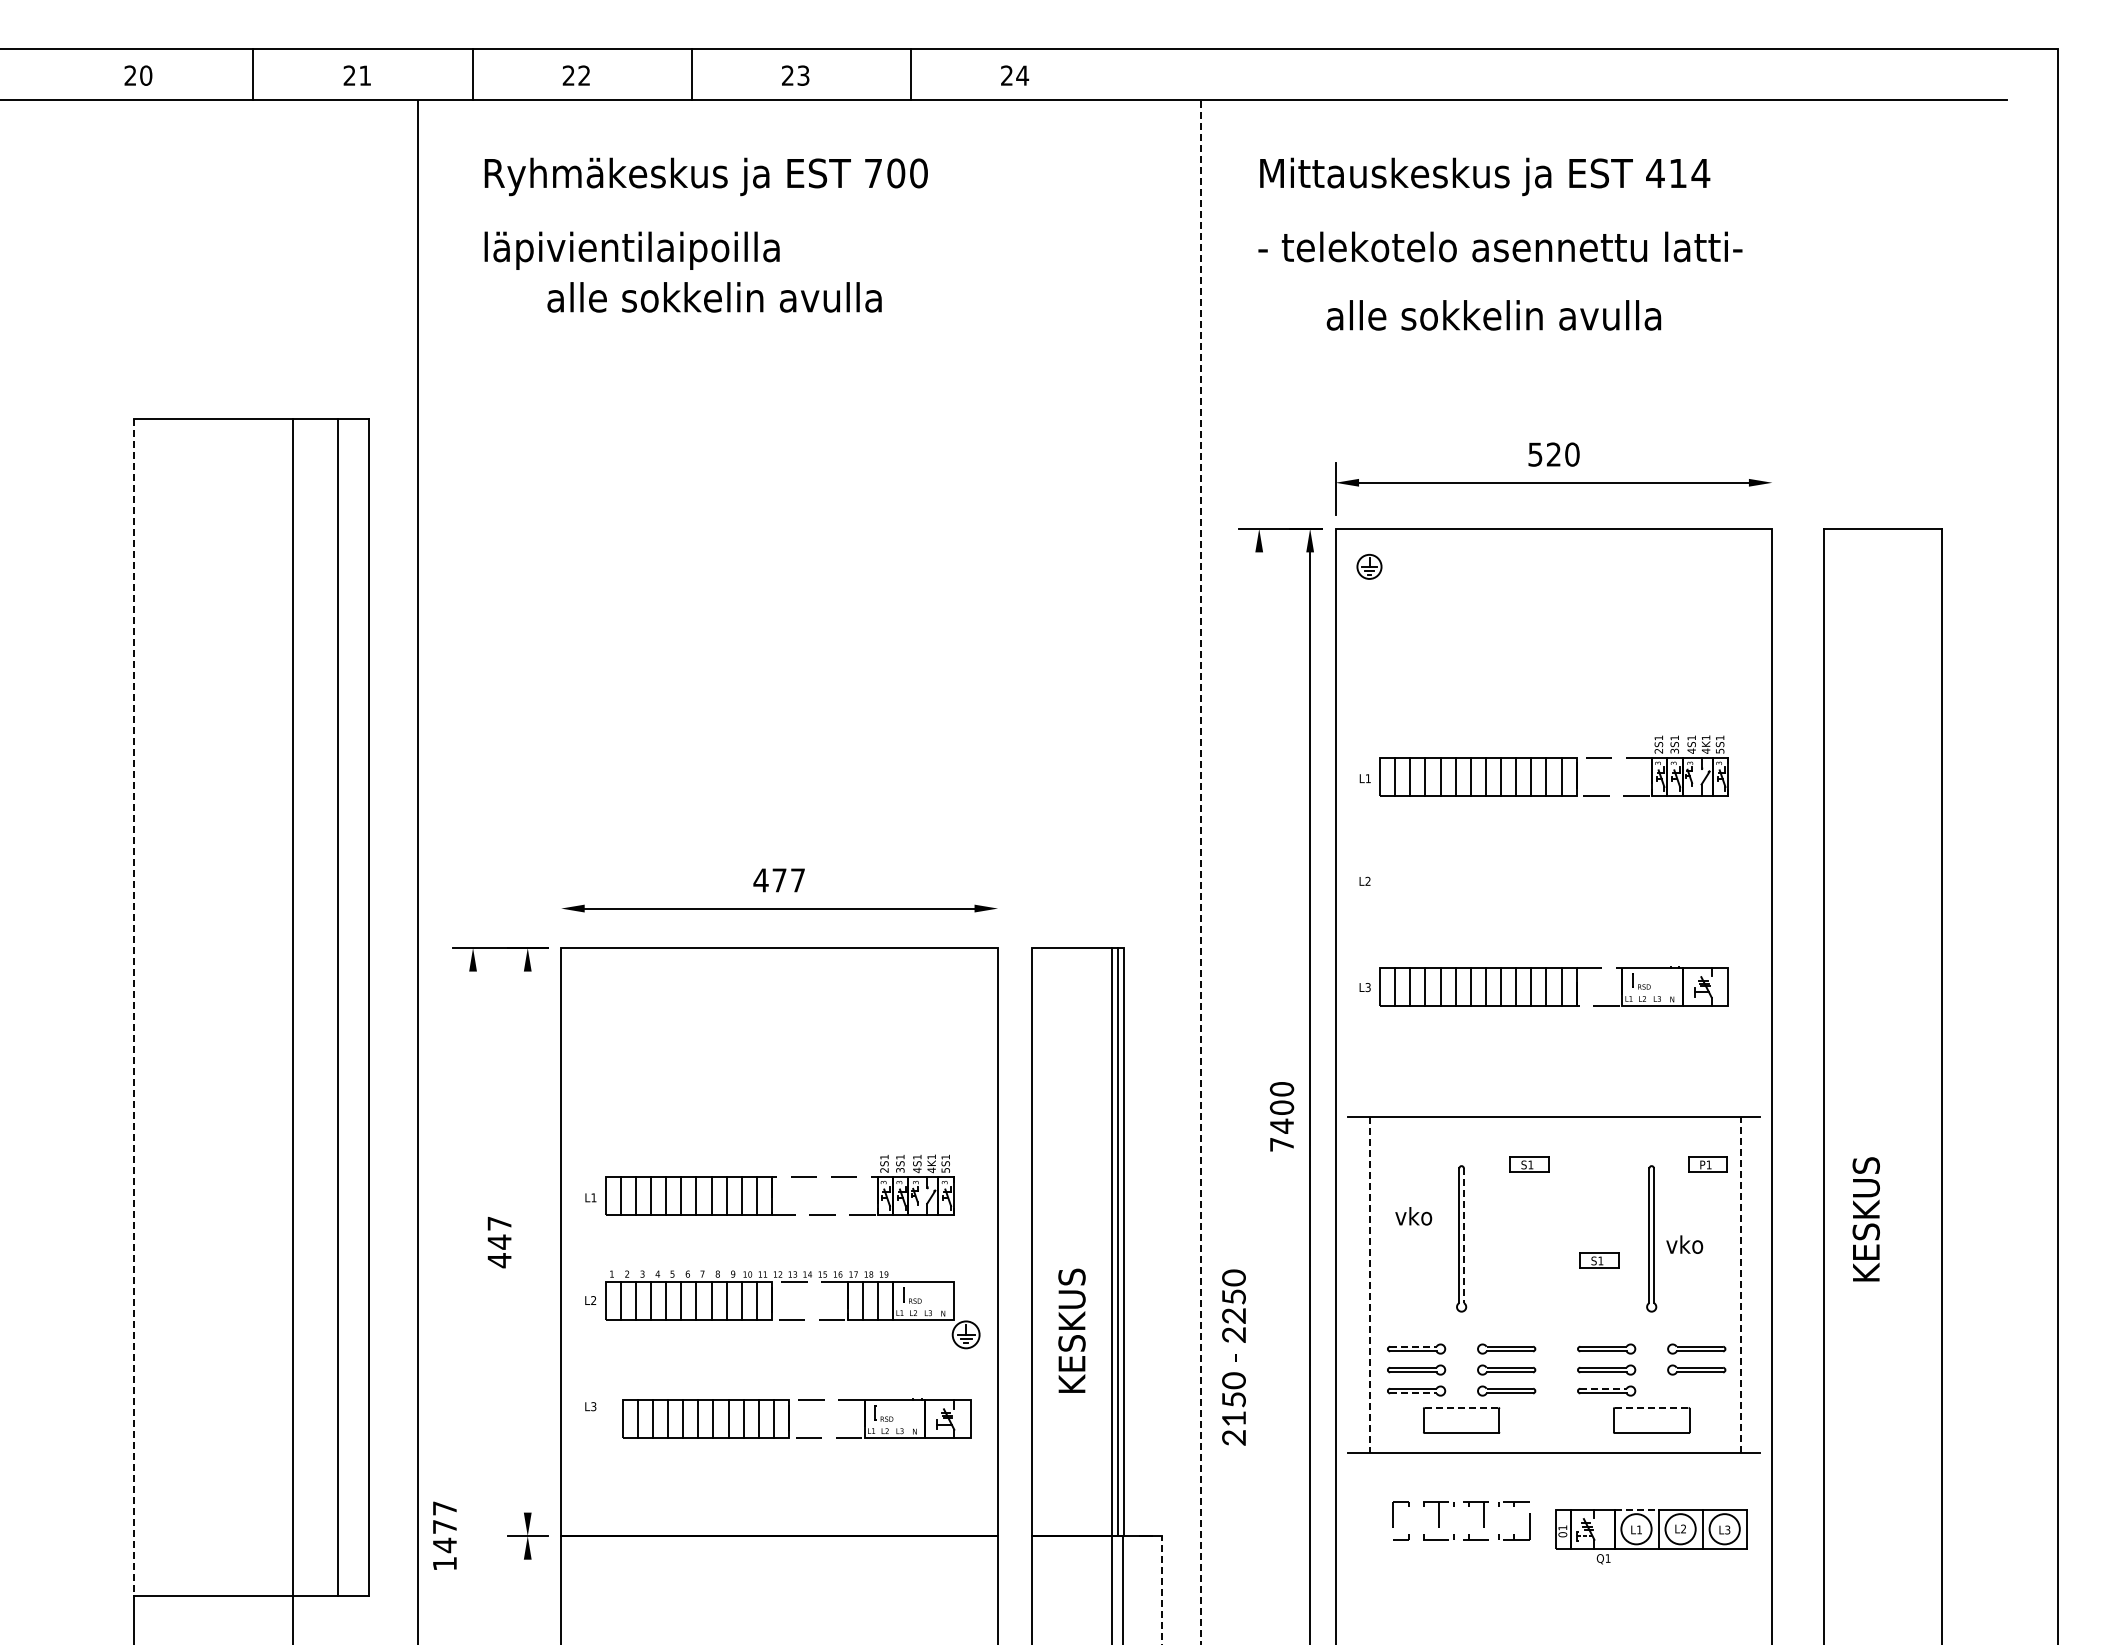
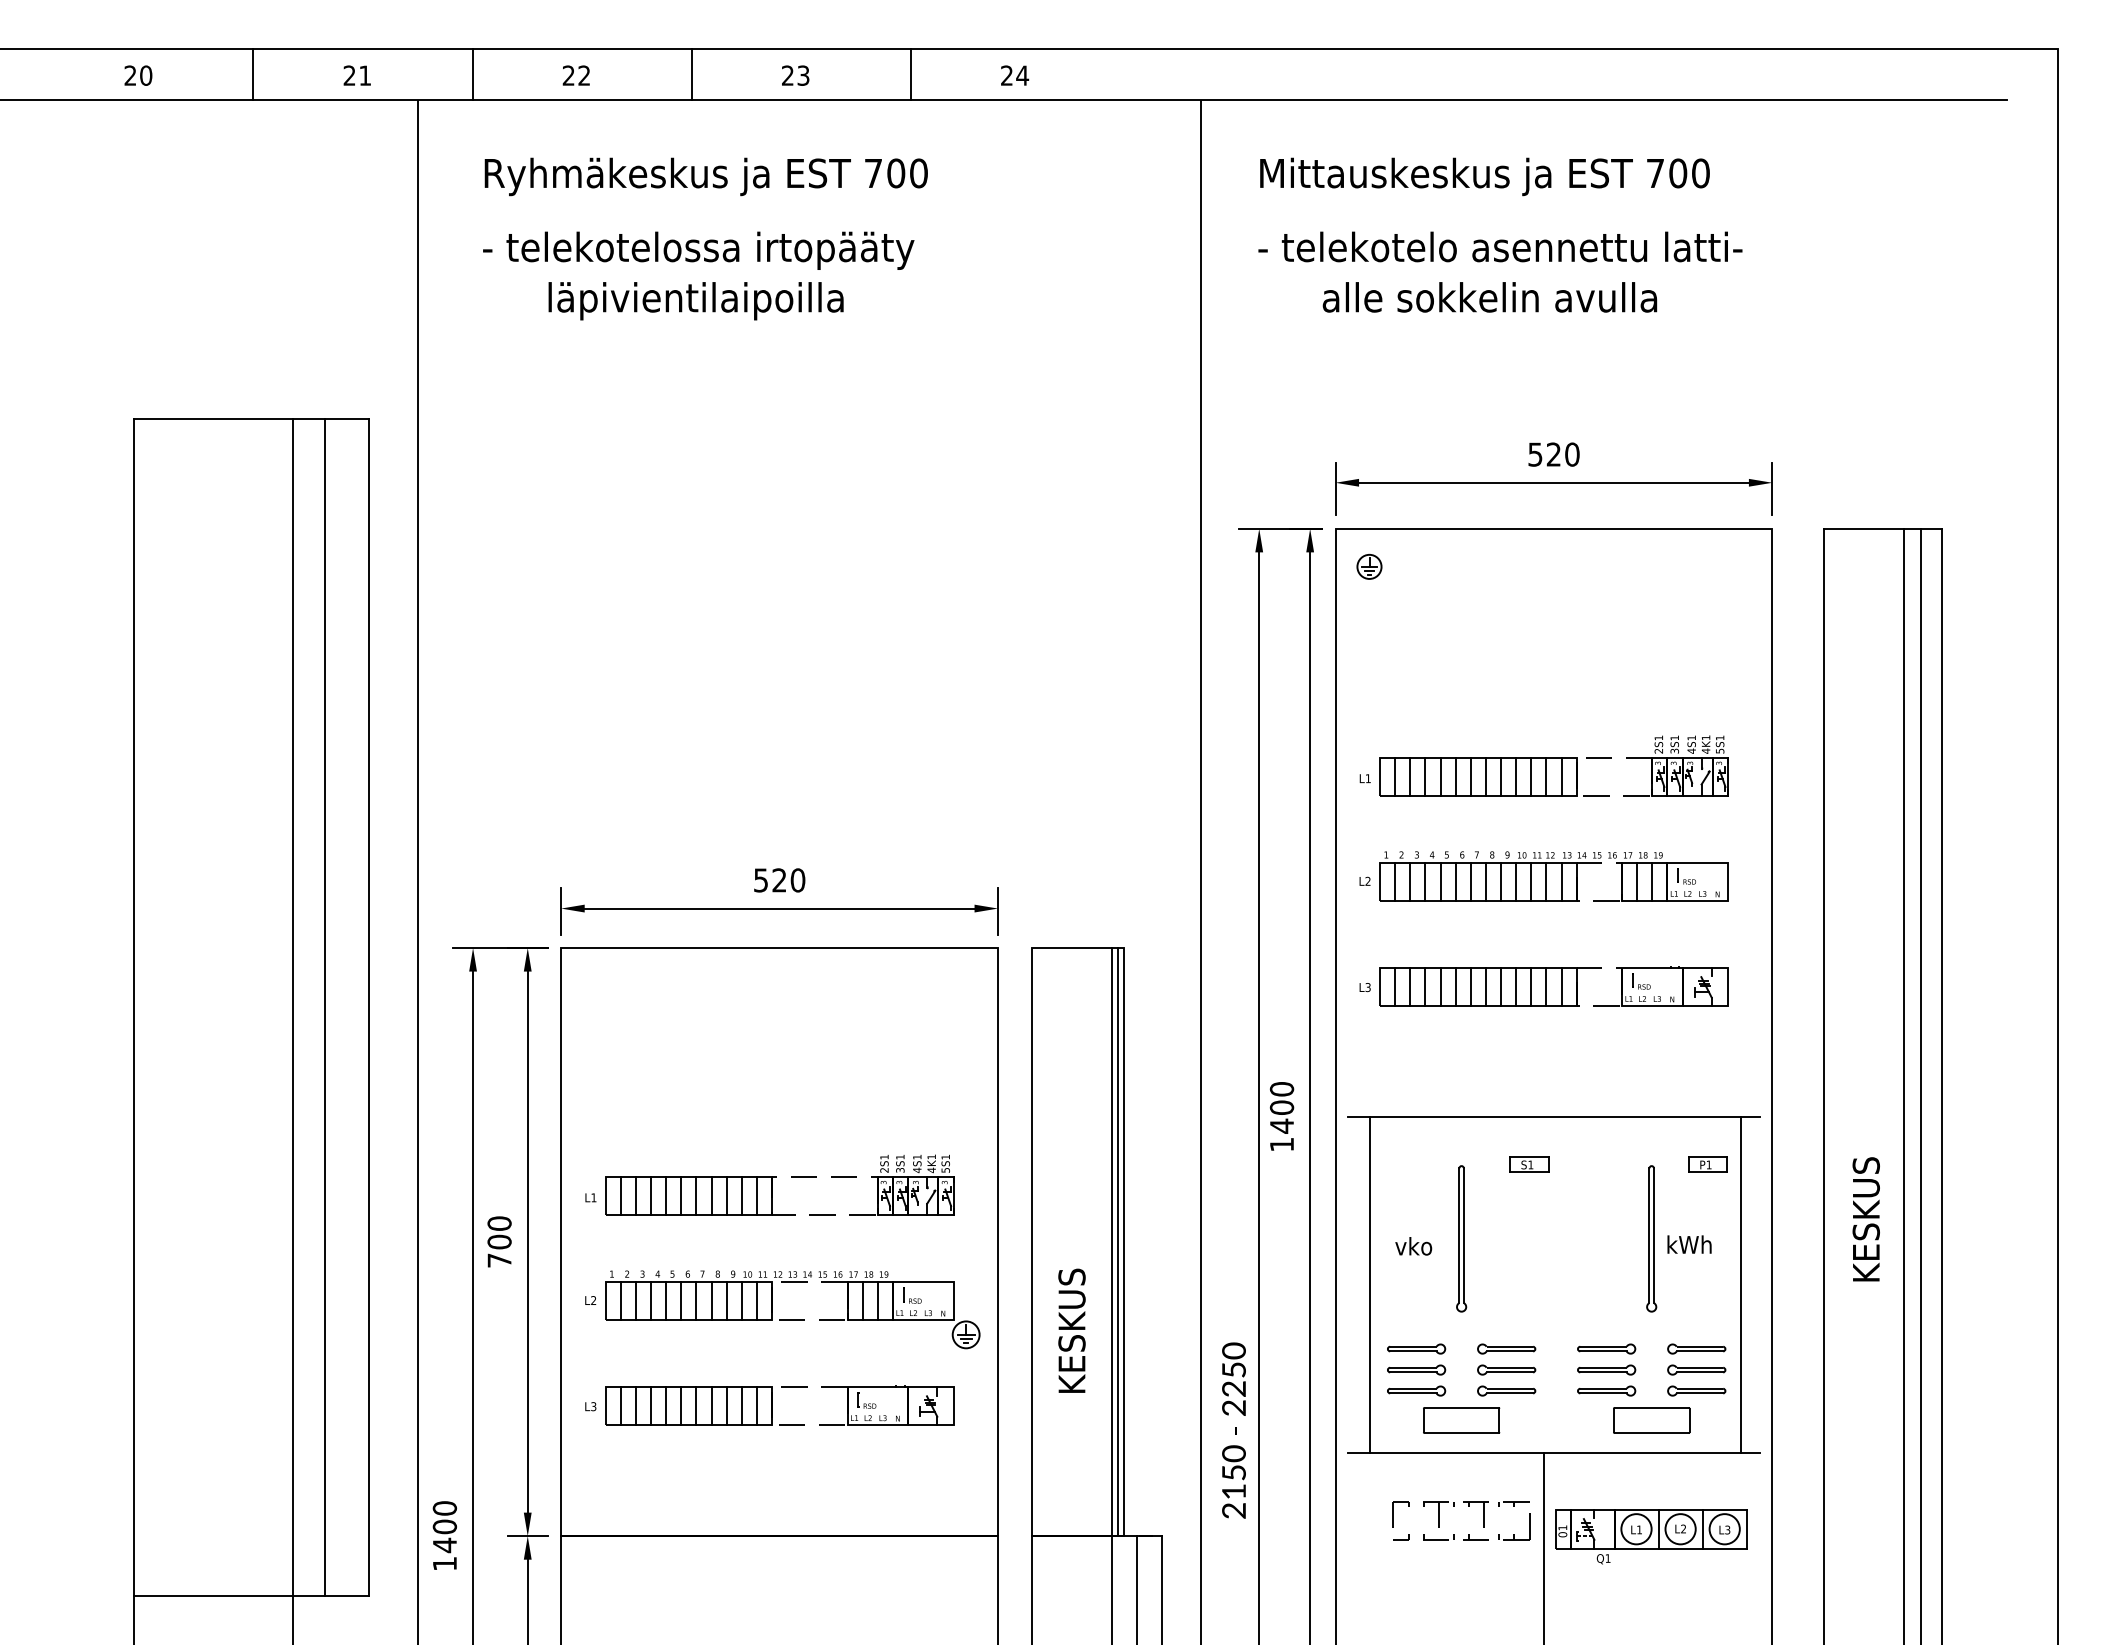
text at (1678, 173): 414 -> 700
text at (698, 250): läpivientilaipoilla -> - telekotelossa irtopääty
text at (714, 301): alle sokkelin avulla -> läpivientilaipoilla
text at (1493, 315) position: (1493, 315) -> (1489, 297)
line at (1772, 488): none -> present
line at (1201, 873): dashed -> solid
part at (1553, 876): none -> present
text at (779, 880): 477 -> 520
line at (561, 911): none -> present
line at (998, 911): none -> present
line at (133, 1007): dashed -> solid
line at (338, 1007) position: (338, 1007) -> (325, 1007)
line at (1903, 1084): none -> present
line at (1920, 1084): none -> present
line at (1259, 1096): none -> present
text at (1281, 1144): 7400 -> 1400
text at (1413, 1216) position: (1413, 1216) -> (1413, 1246)
line at (1463, 1236): dashed -> solid
line at (527, 1241): none -> present
text at (499, 1242): 447 -> 700
text at (1688, 1244): vko -> kWh
part at (1599, 1260): present -> none
line at (1370, 1284): dashed -> solid
line at (1741, 1284): dashed -> solid
line at (473, 1306): none -> present
line at (1413, 1346): dashed -> solid
text at (1233, 1357) position: (1233, 1357) -> (1233, 1430)
line at (1603, 1388): dashed -> solid
part at (1696, 1390): none -> present
line at (1413, 1393): dashed -> solid
line at (1461, 1407): dashed -> solid
line at (1651, 1407): dashed -> solid
part at (789, 1418) position: (789, 1418) -> (772, 1405)
line at (1637, 1509): dashed -> solid
text at (444, 1517): 1477 -> 1400
line at (1543, 1546): none -> present
line at (1123, 1588) position: (1123, 1588) -> (1137, 1588)
line at (1162, 1590): dashed -> solid
line at (527, 1600): none -> present
